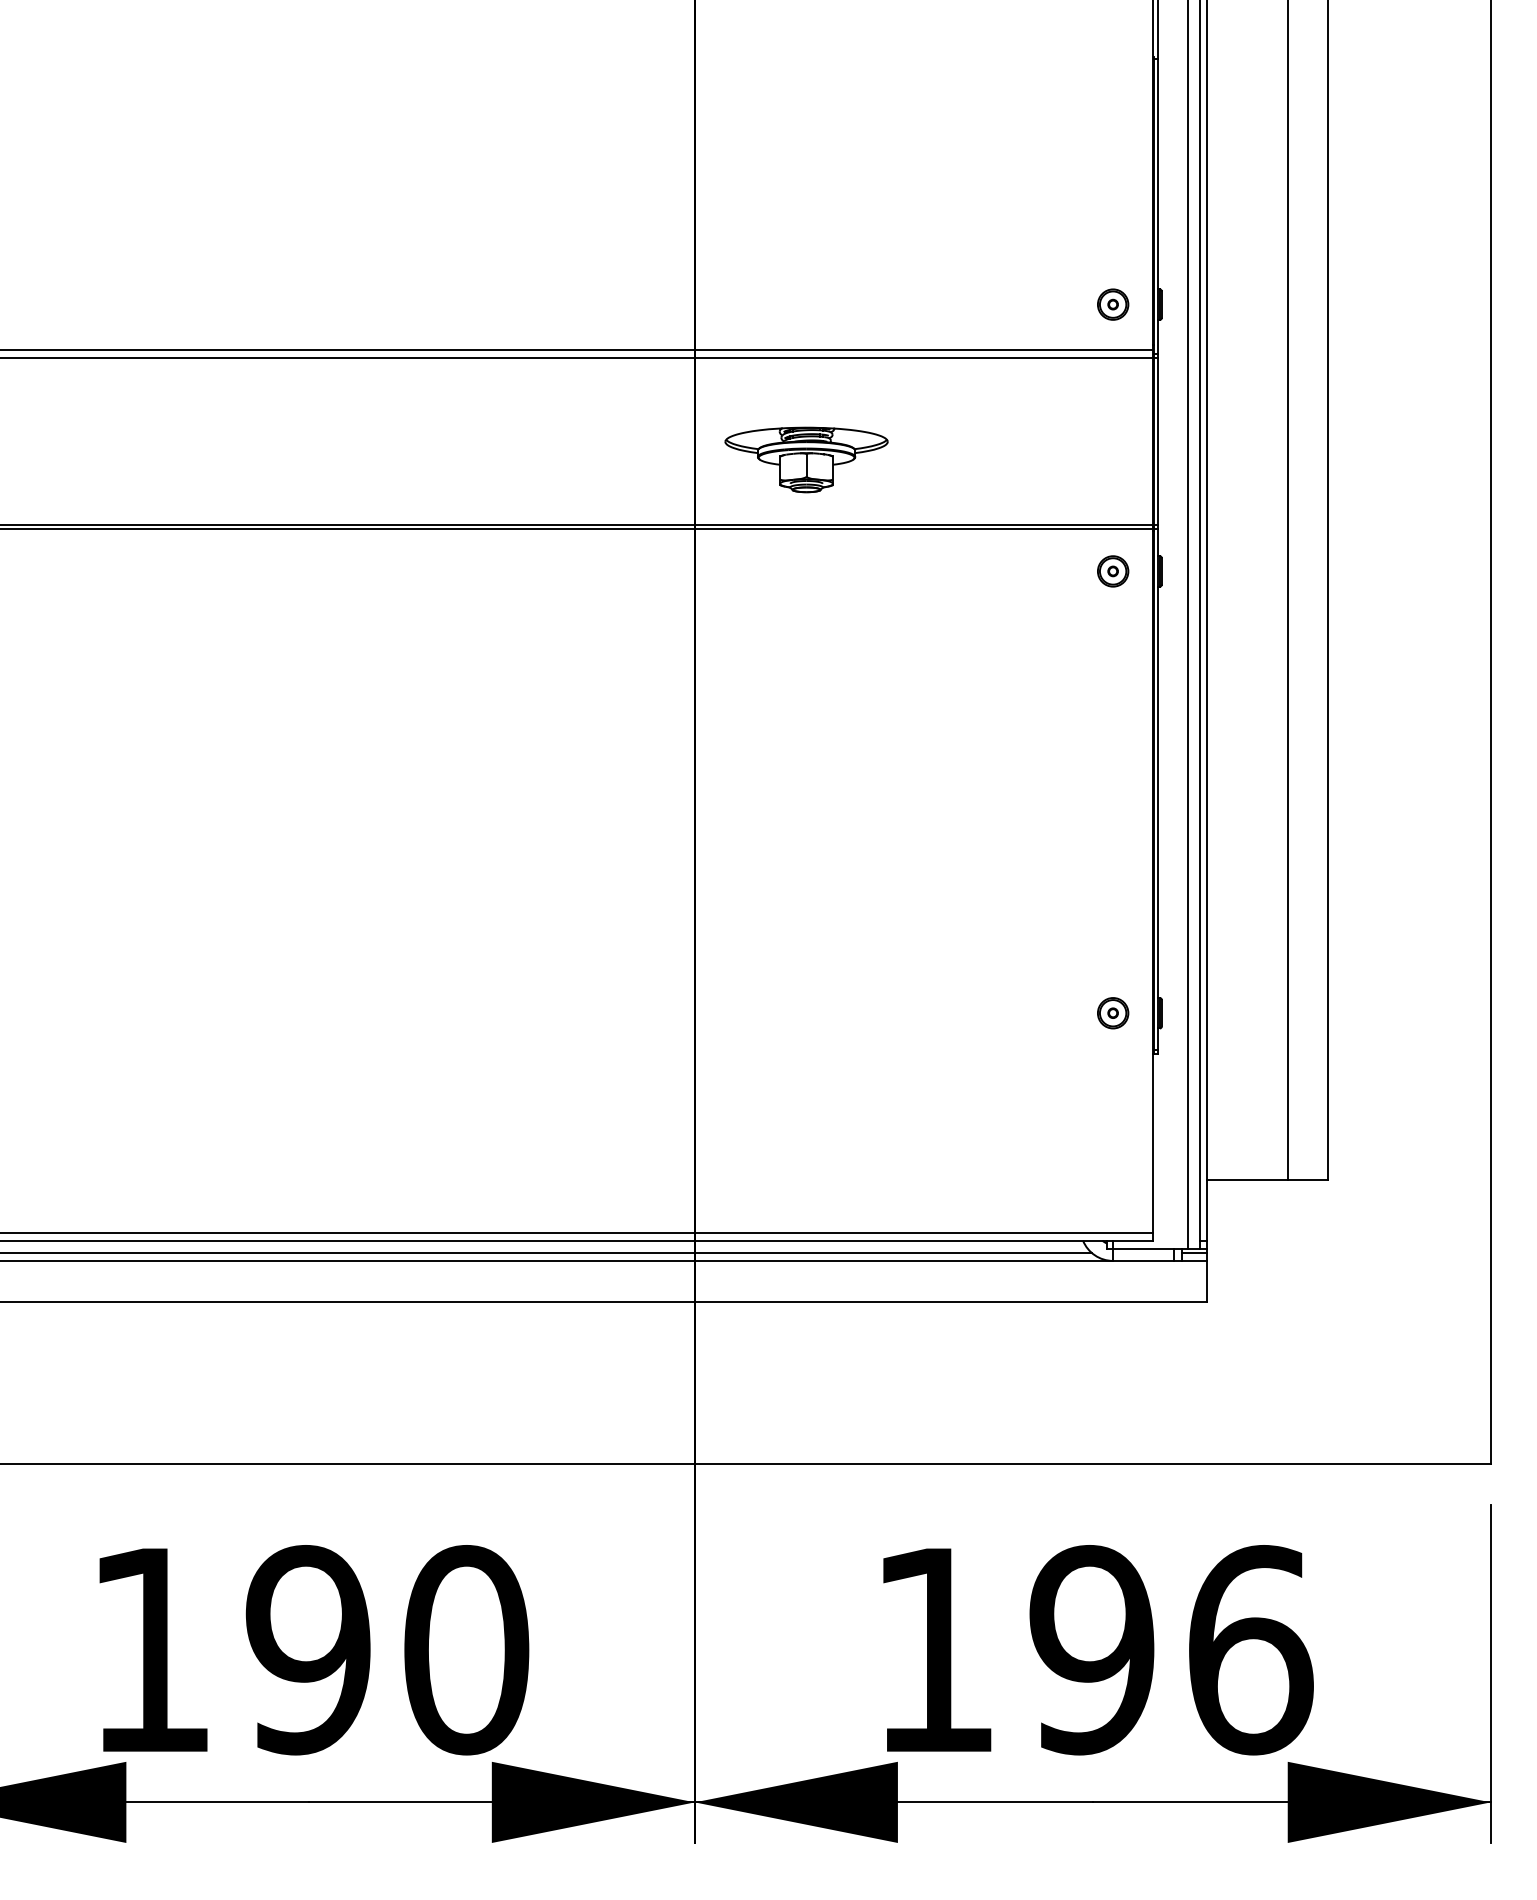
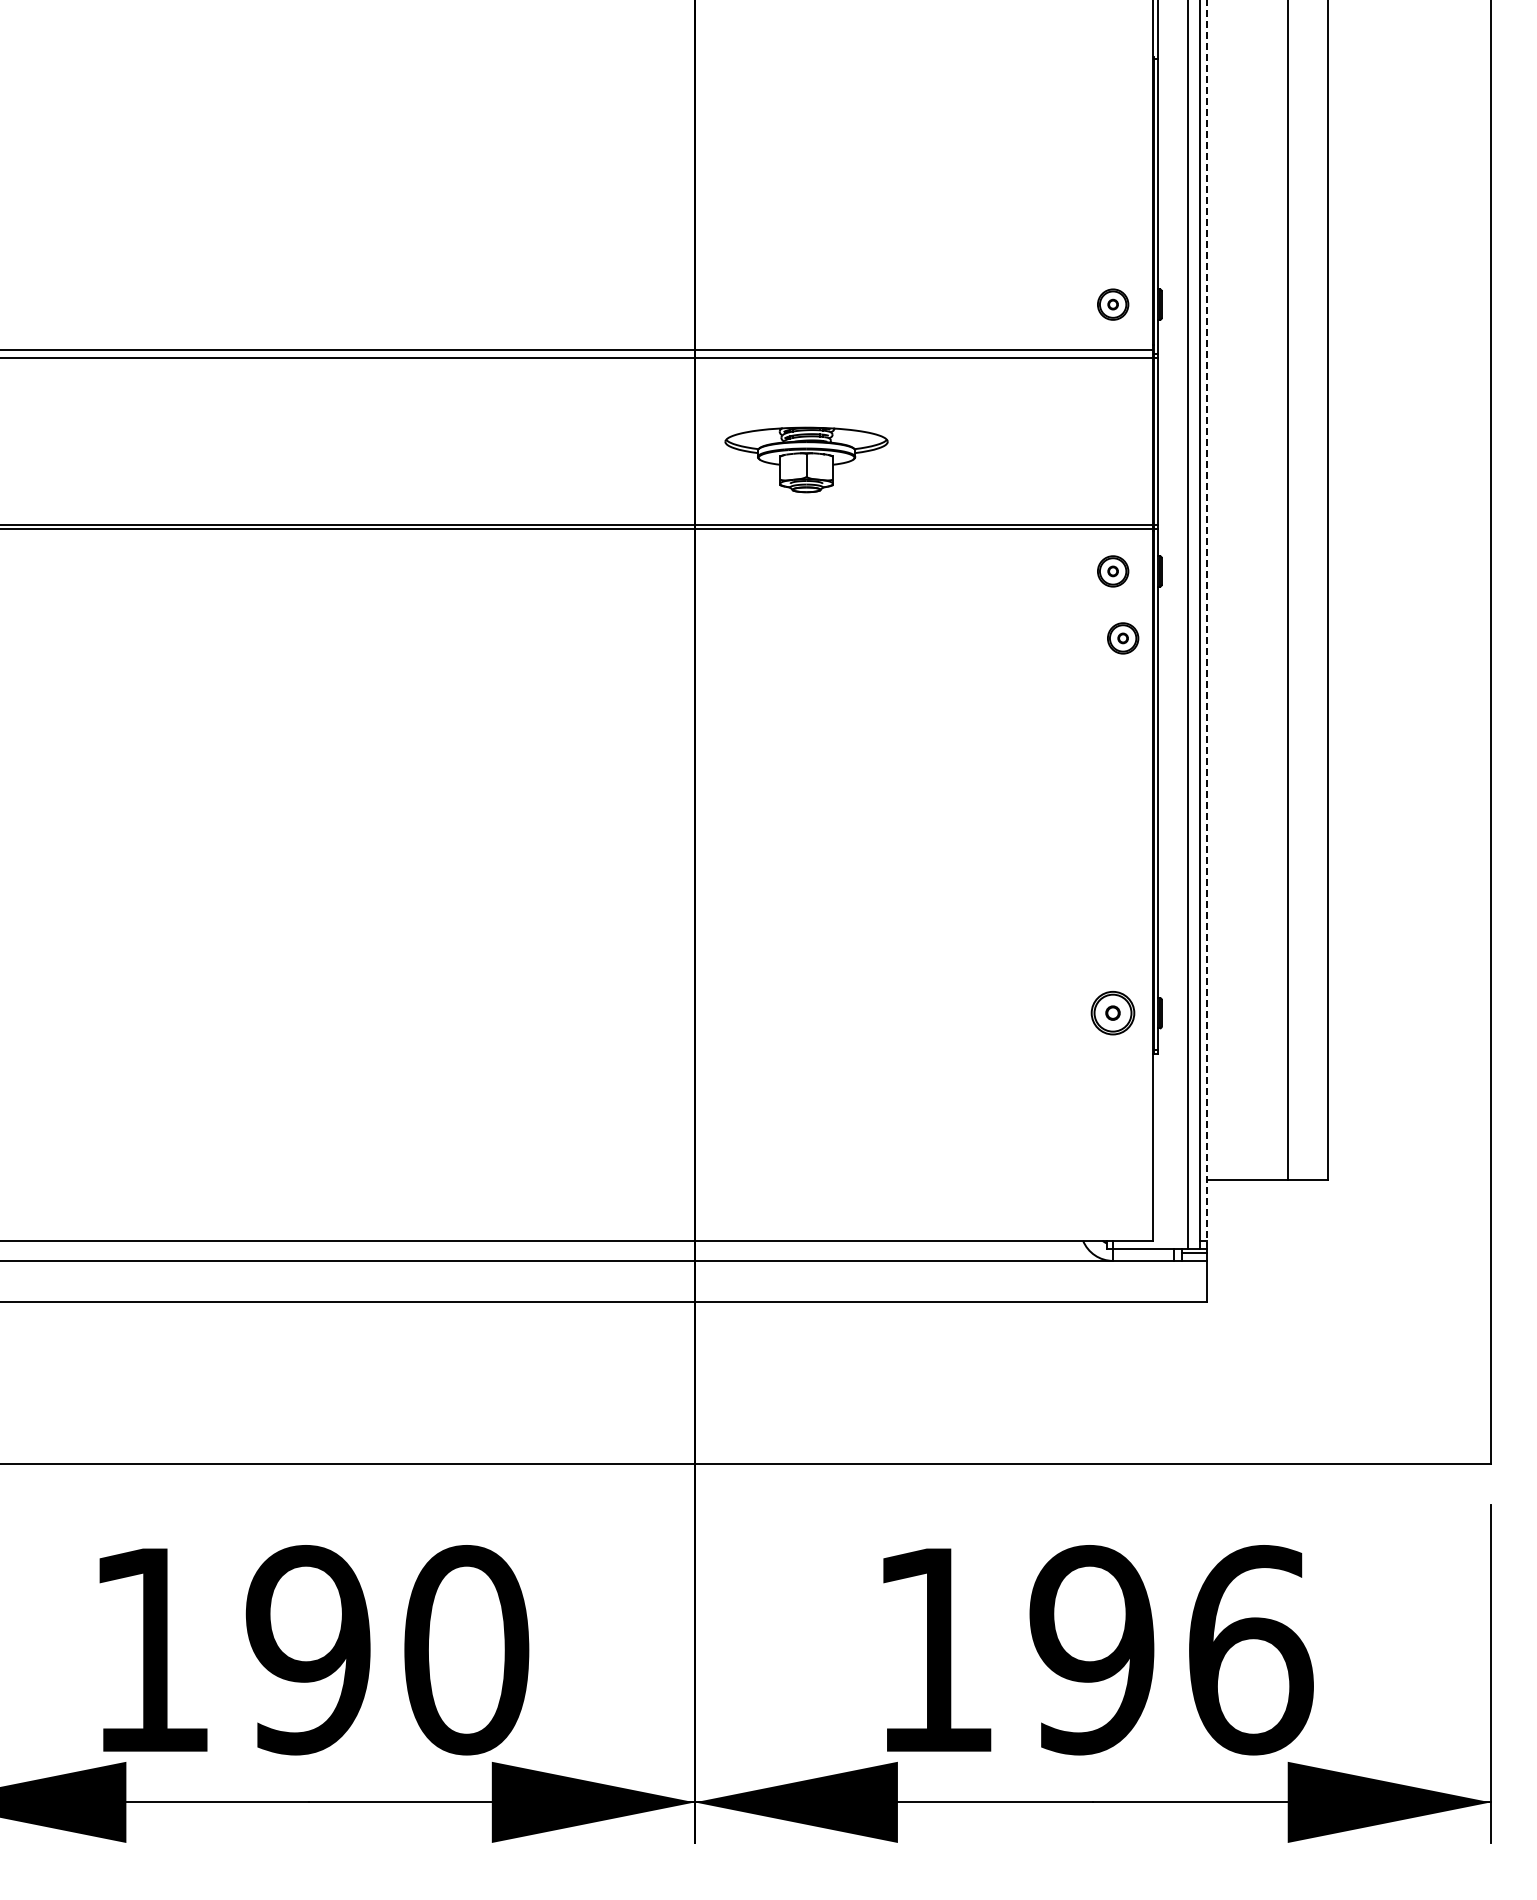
line at (1206, 623): solid -> dashed
part at (1123, 638): none -> present
part at (1113, 1013) size: 33x33 px -> 46x45 px
line at (577, 1232): present -> none
line at (546, 1252): present -> none
